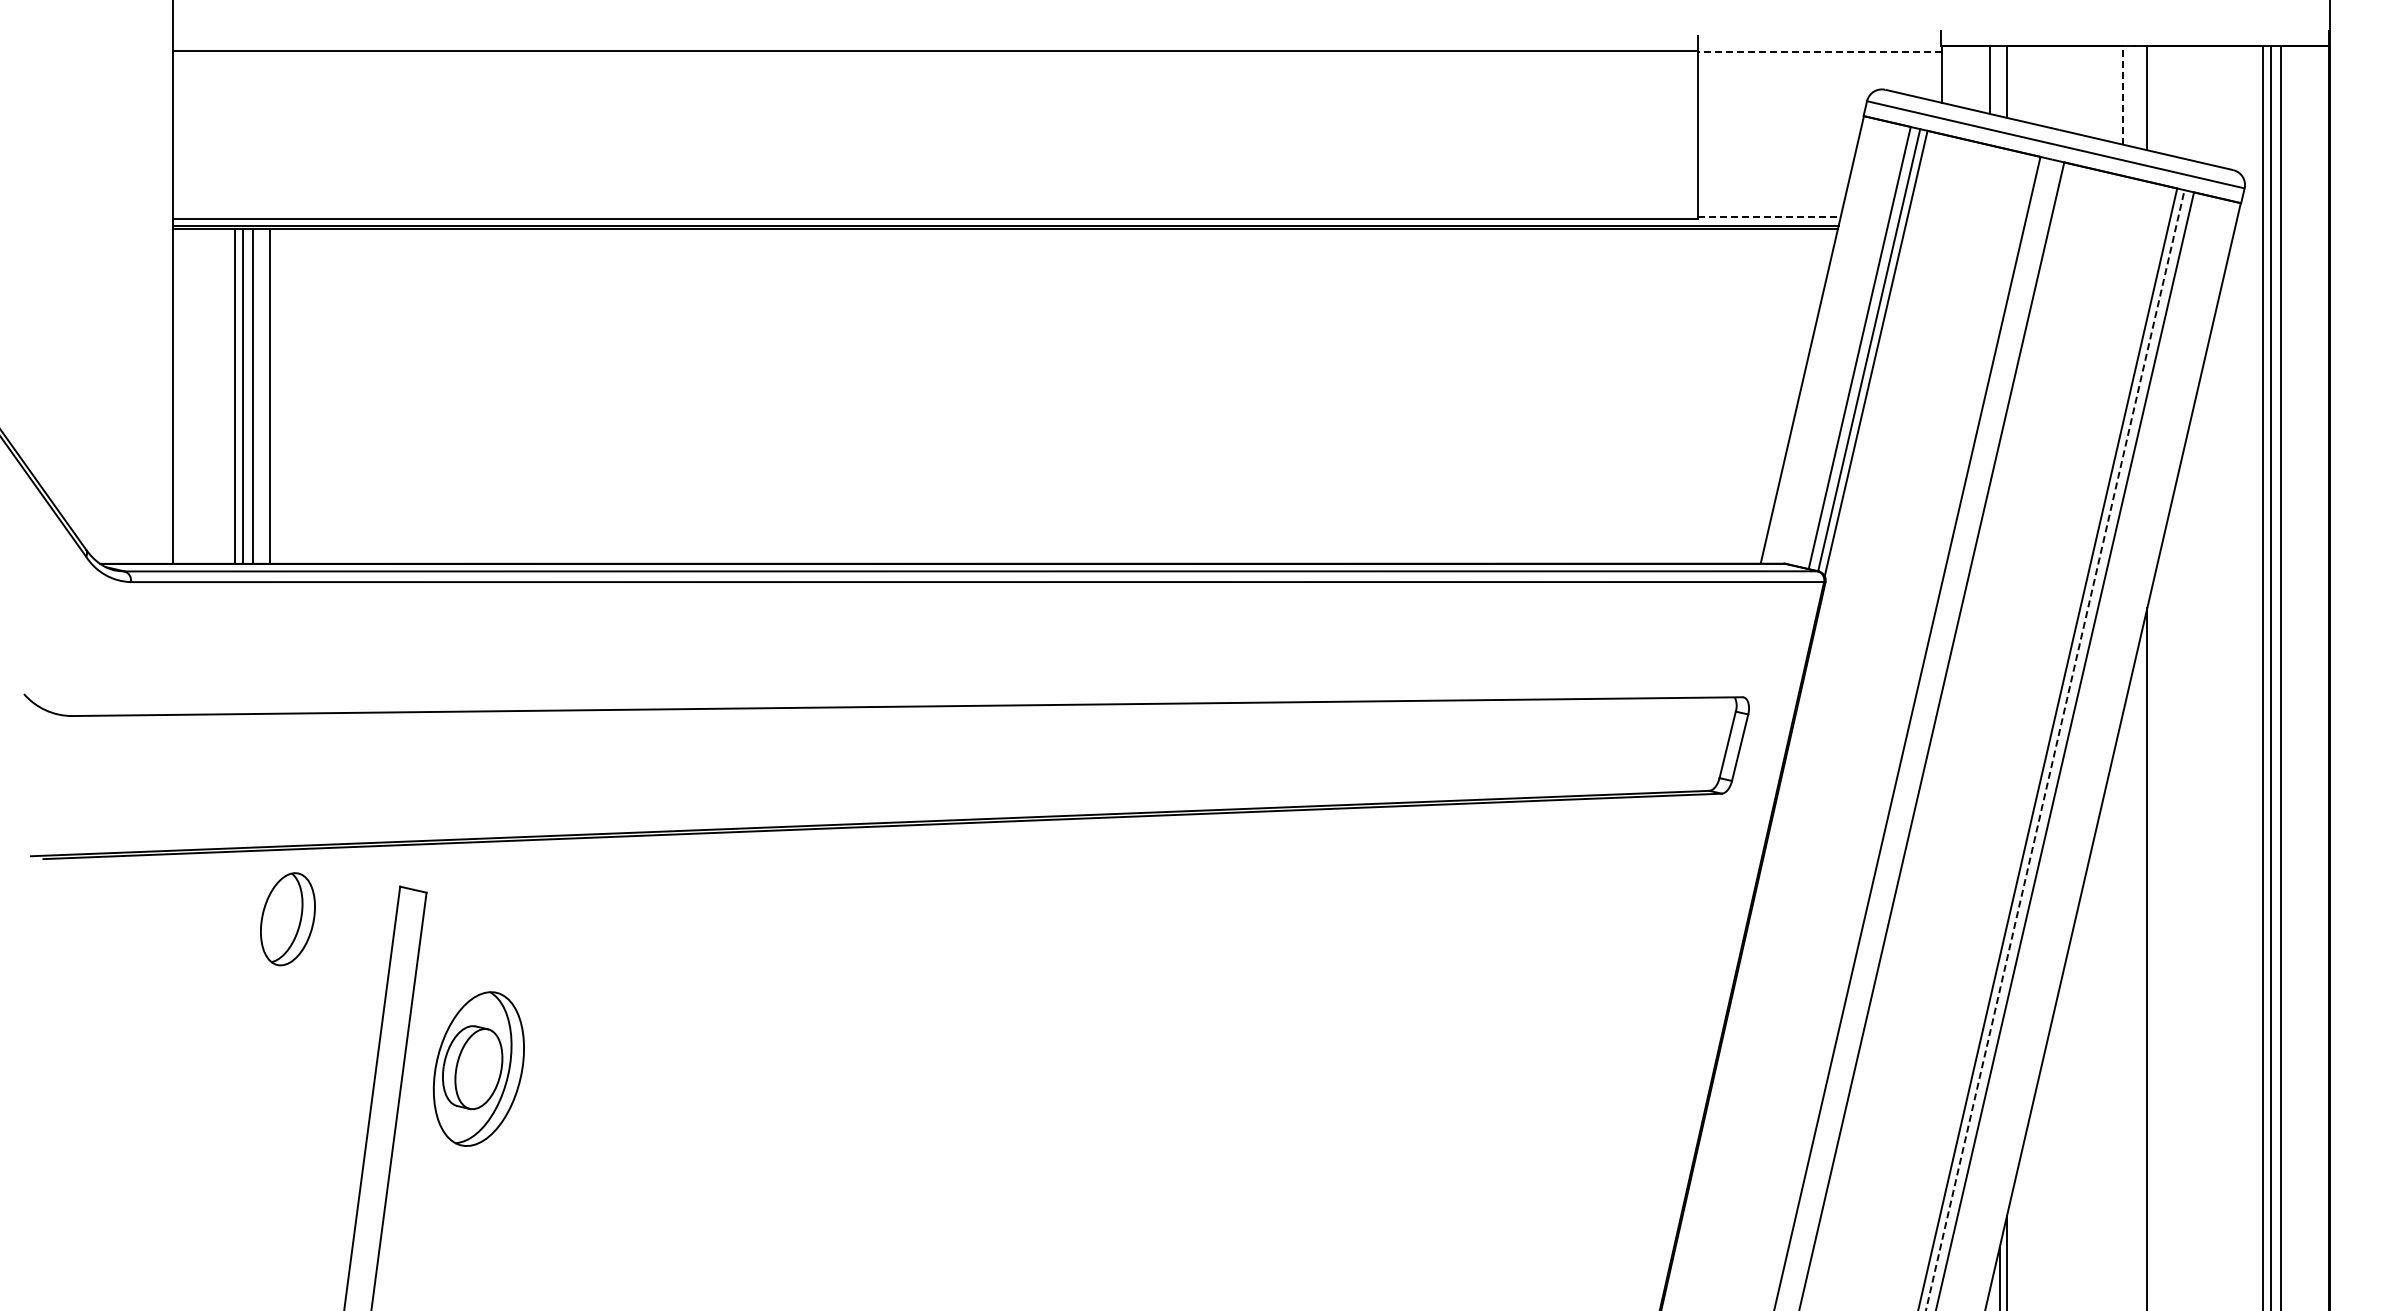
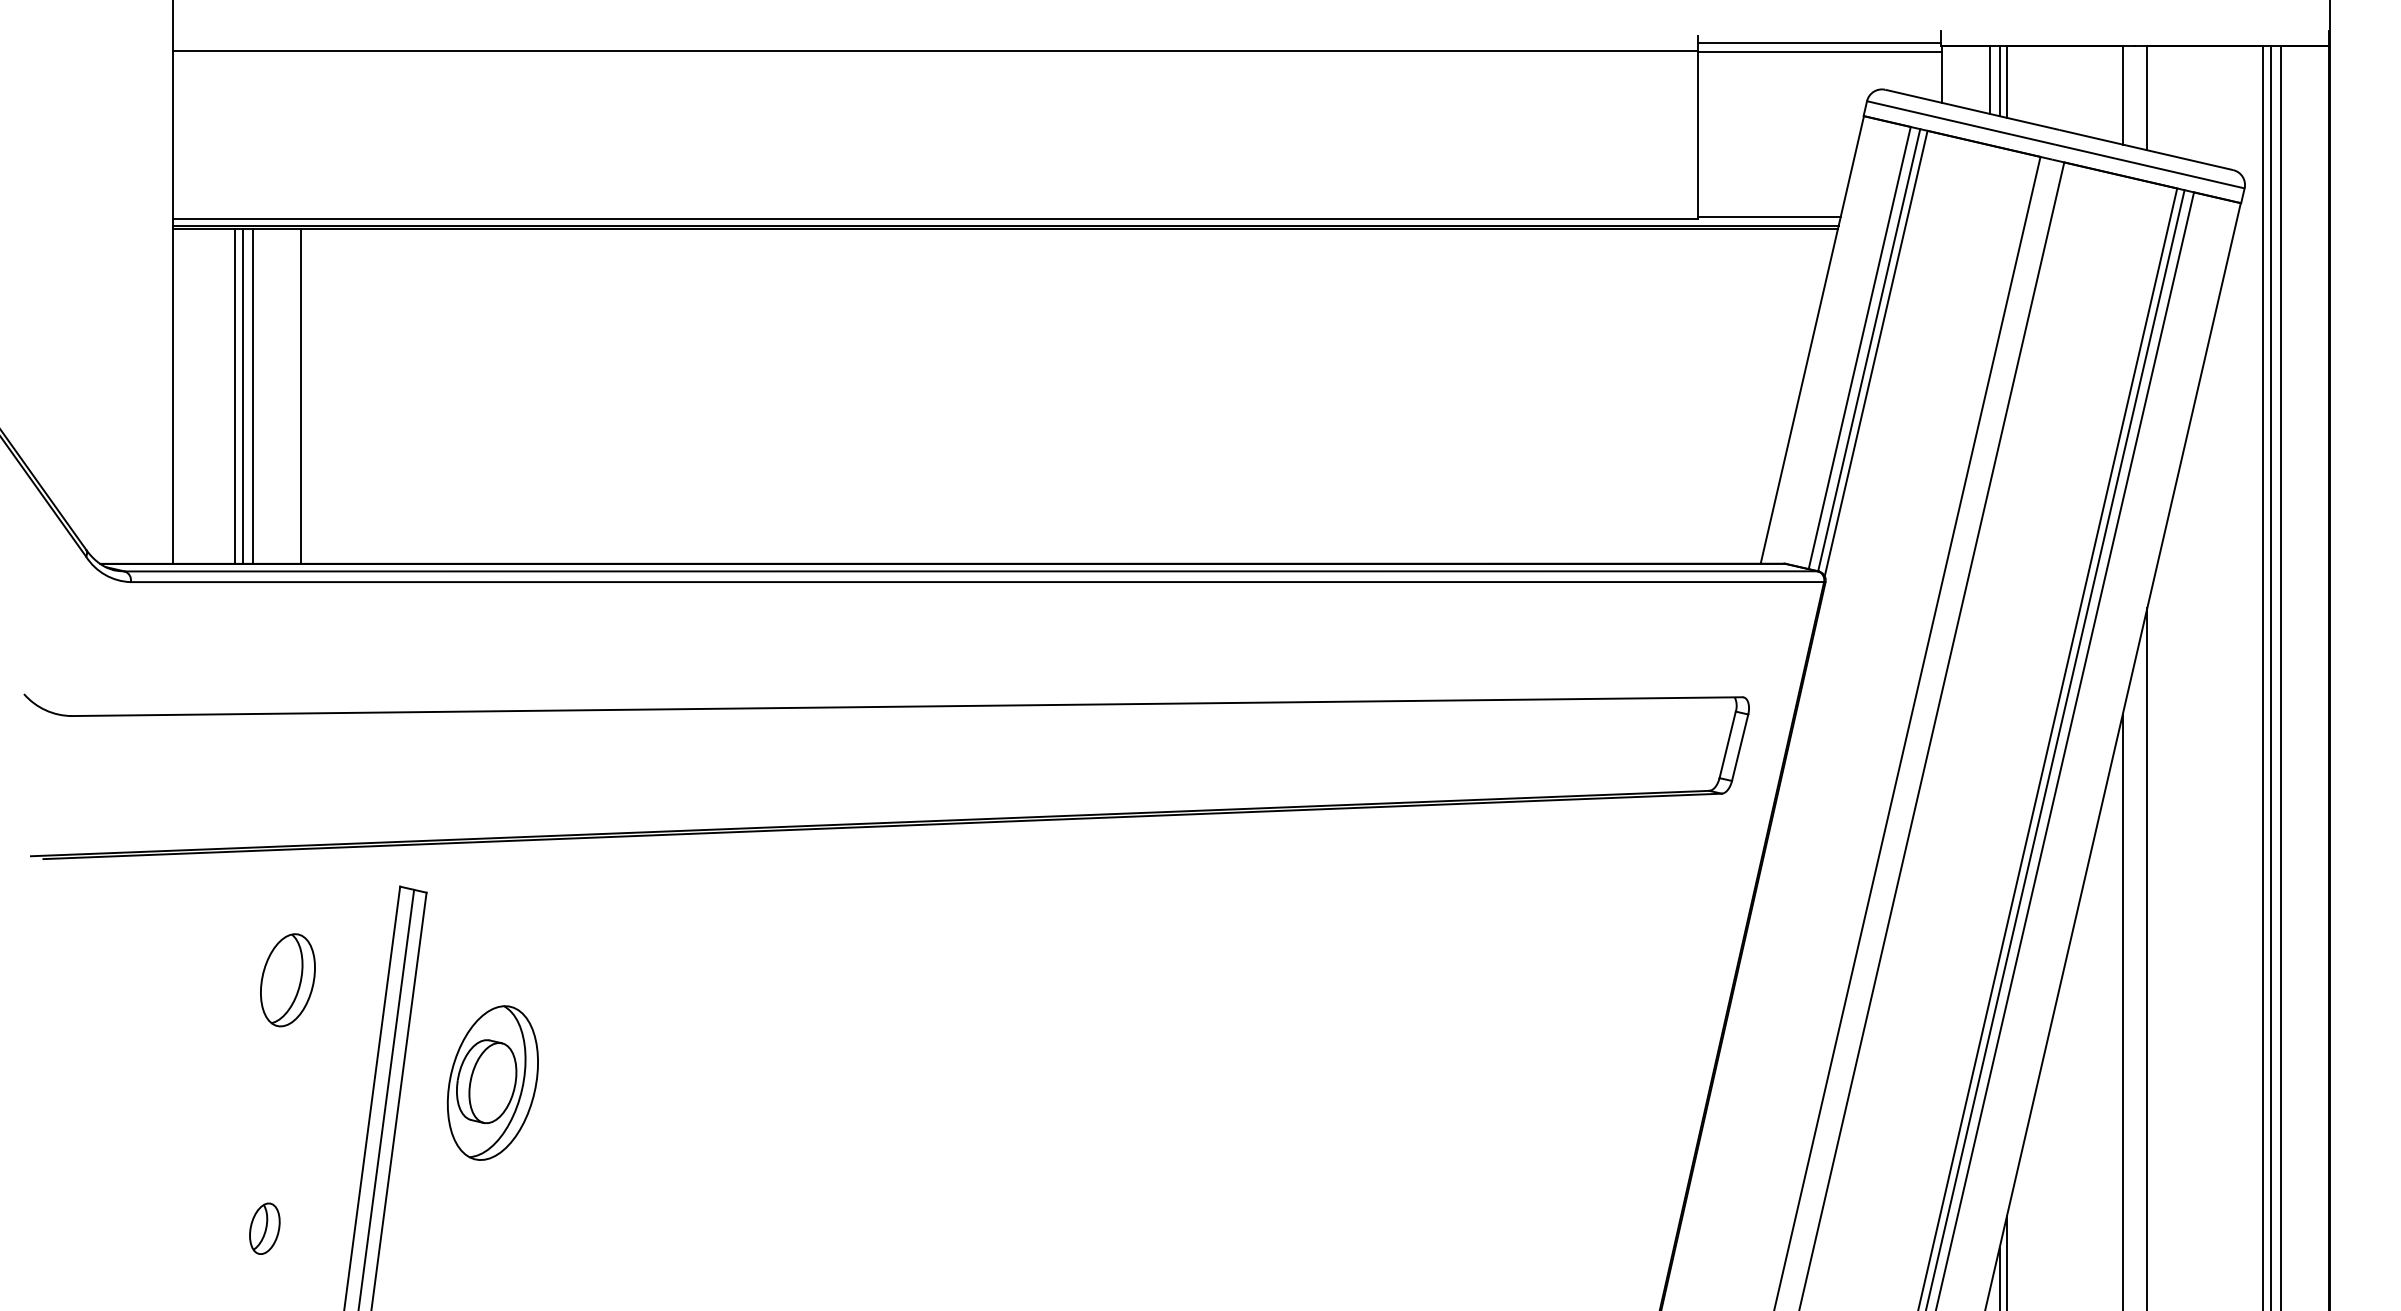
line at (1819, 42): none -> present
line at (1819, 51): dashed -> solid
line at (1999, 80): none -> present
line at (2123, 94): dashed -> solid
line at (1769, 216): dashed -> solid
line at (269, 395) position: (269, 395) -> (300, 395)
line at (2055, 750): dashed -> solid
part at (287, 919) position: (287, 919) -> (287, 980)
line at (2123, 1010): none -> present
part at (478, 1068) position: (478, 1068) -> (492, 1082)
line at (386, 1098): none -> present
part at (264, 1228): none -> present
